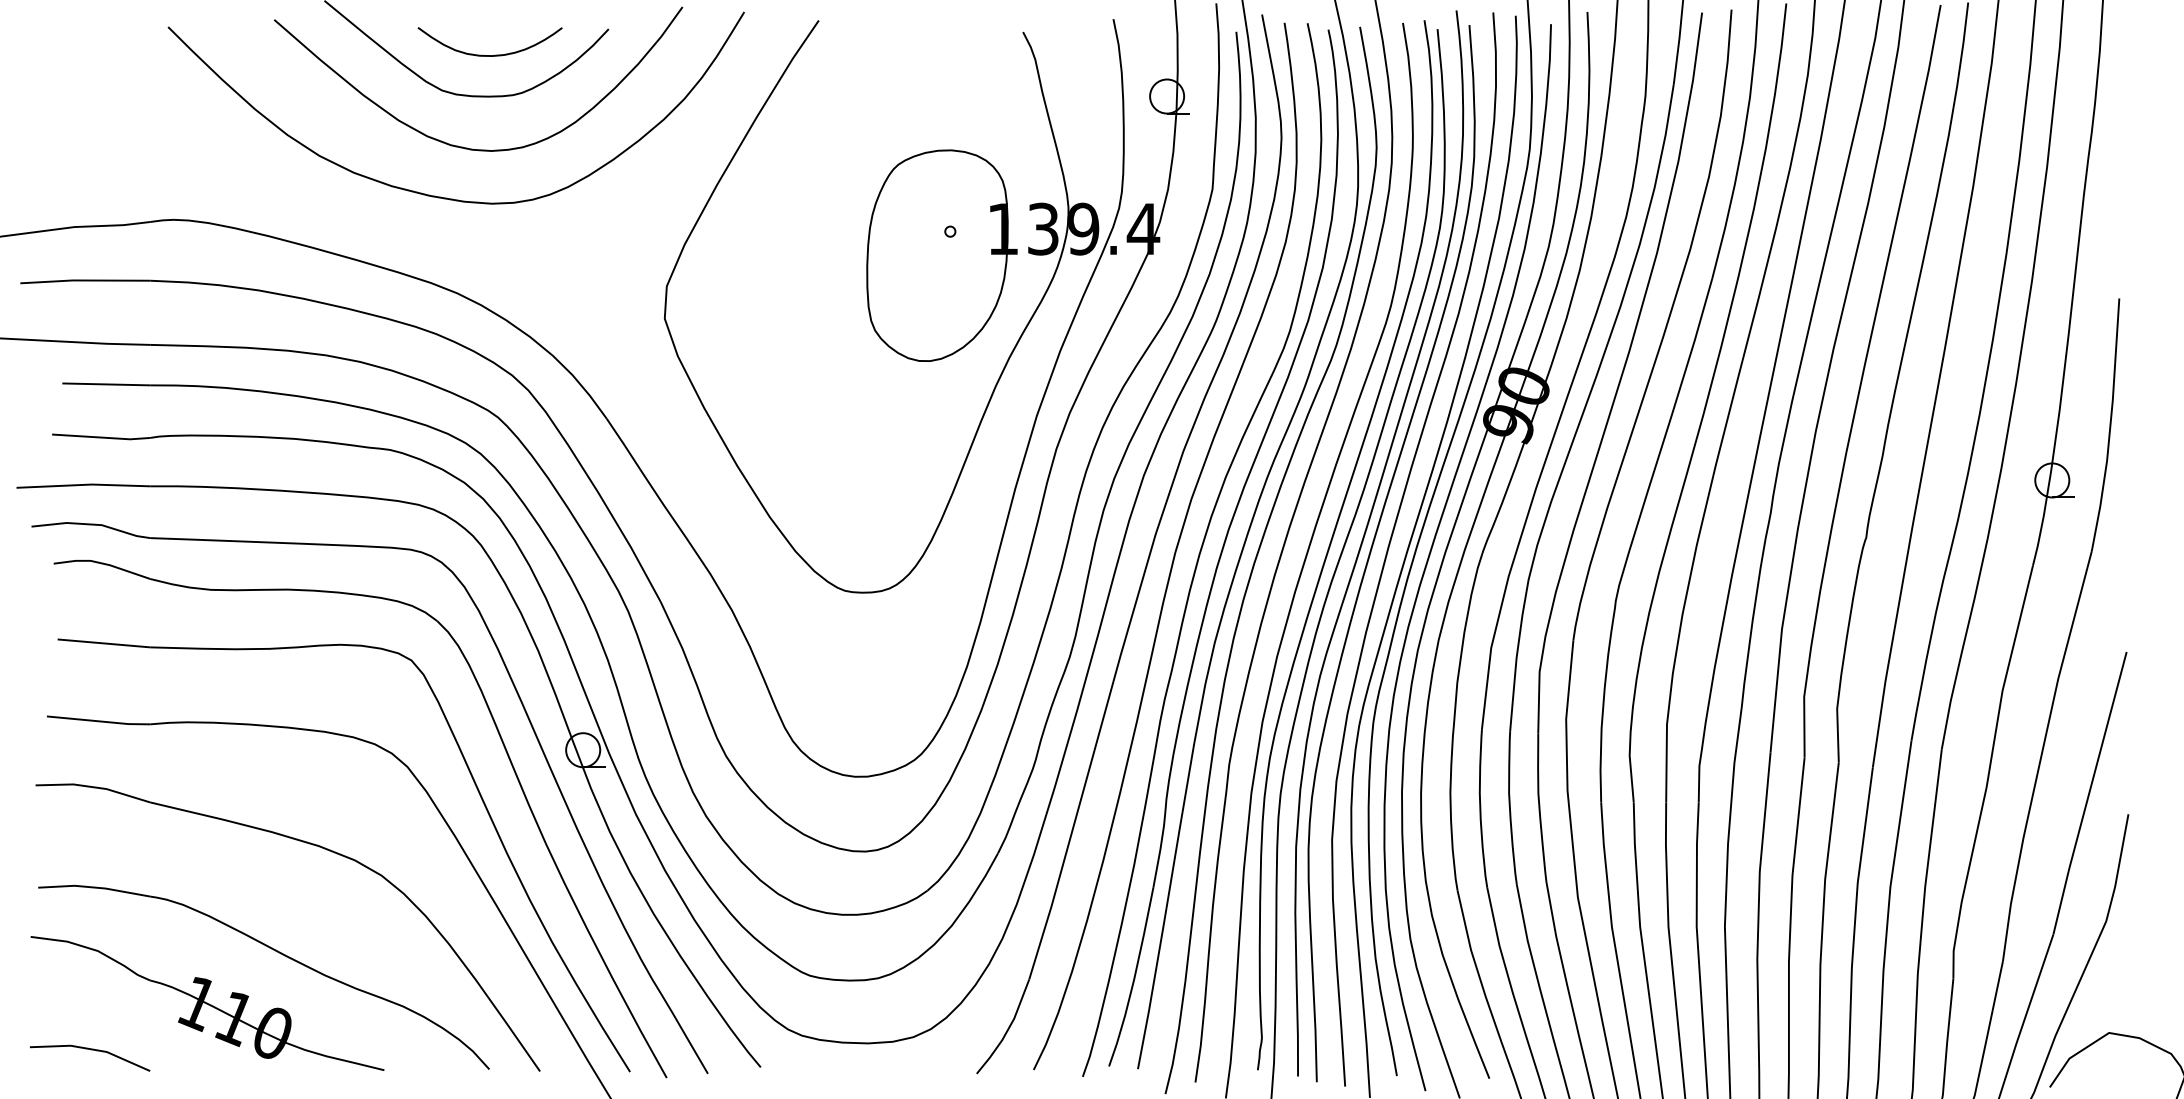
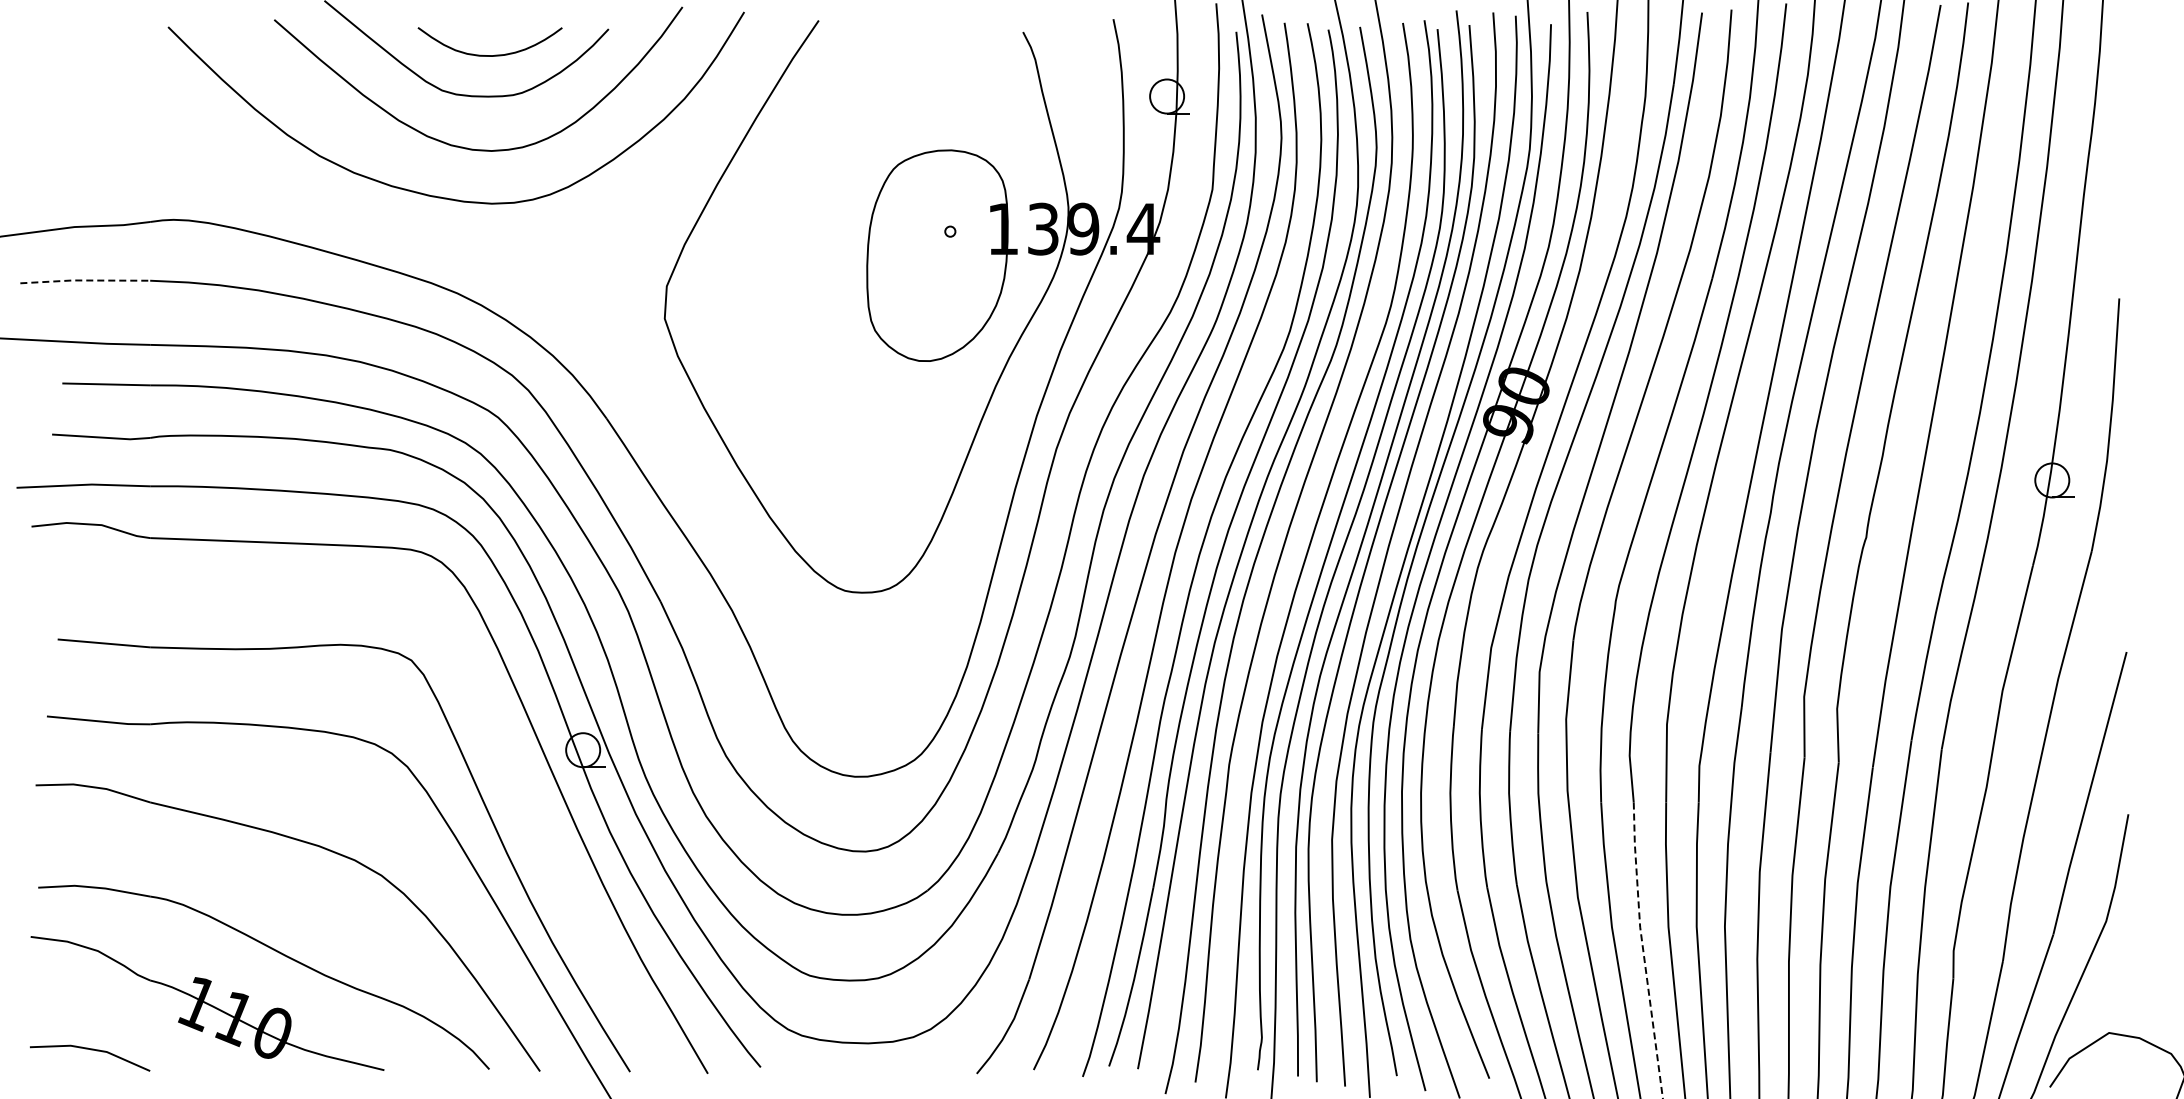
line at (84, 280): solid -> dashed
part at (506, 754): present -> none
line at (1643, 949): solid -> dashed
